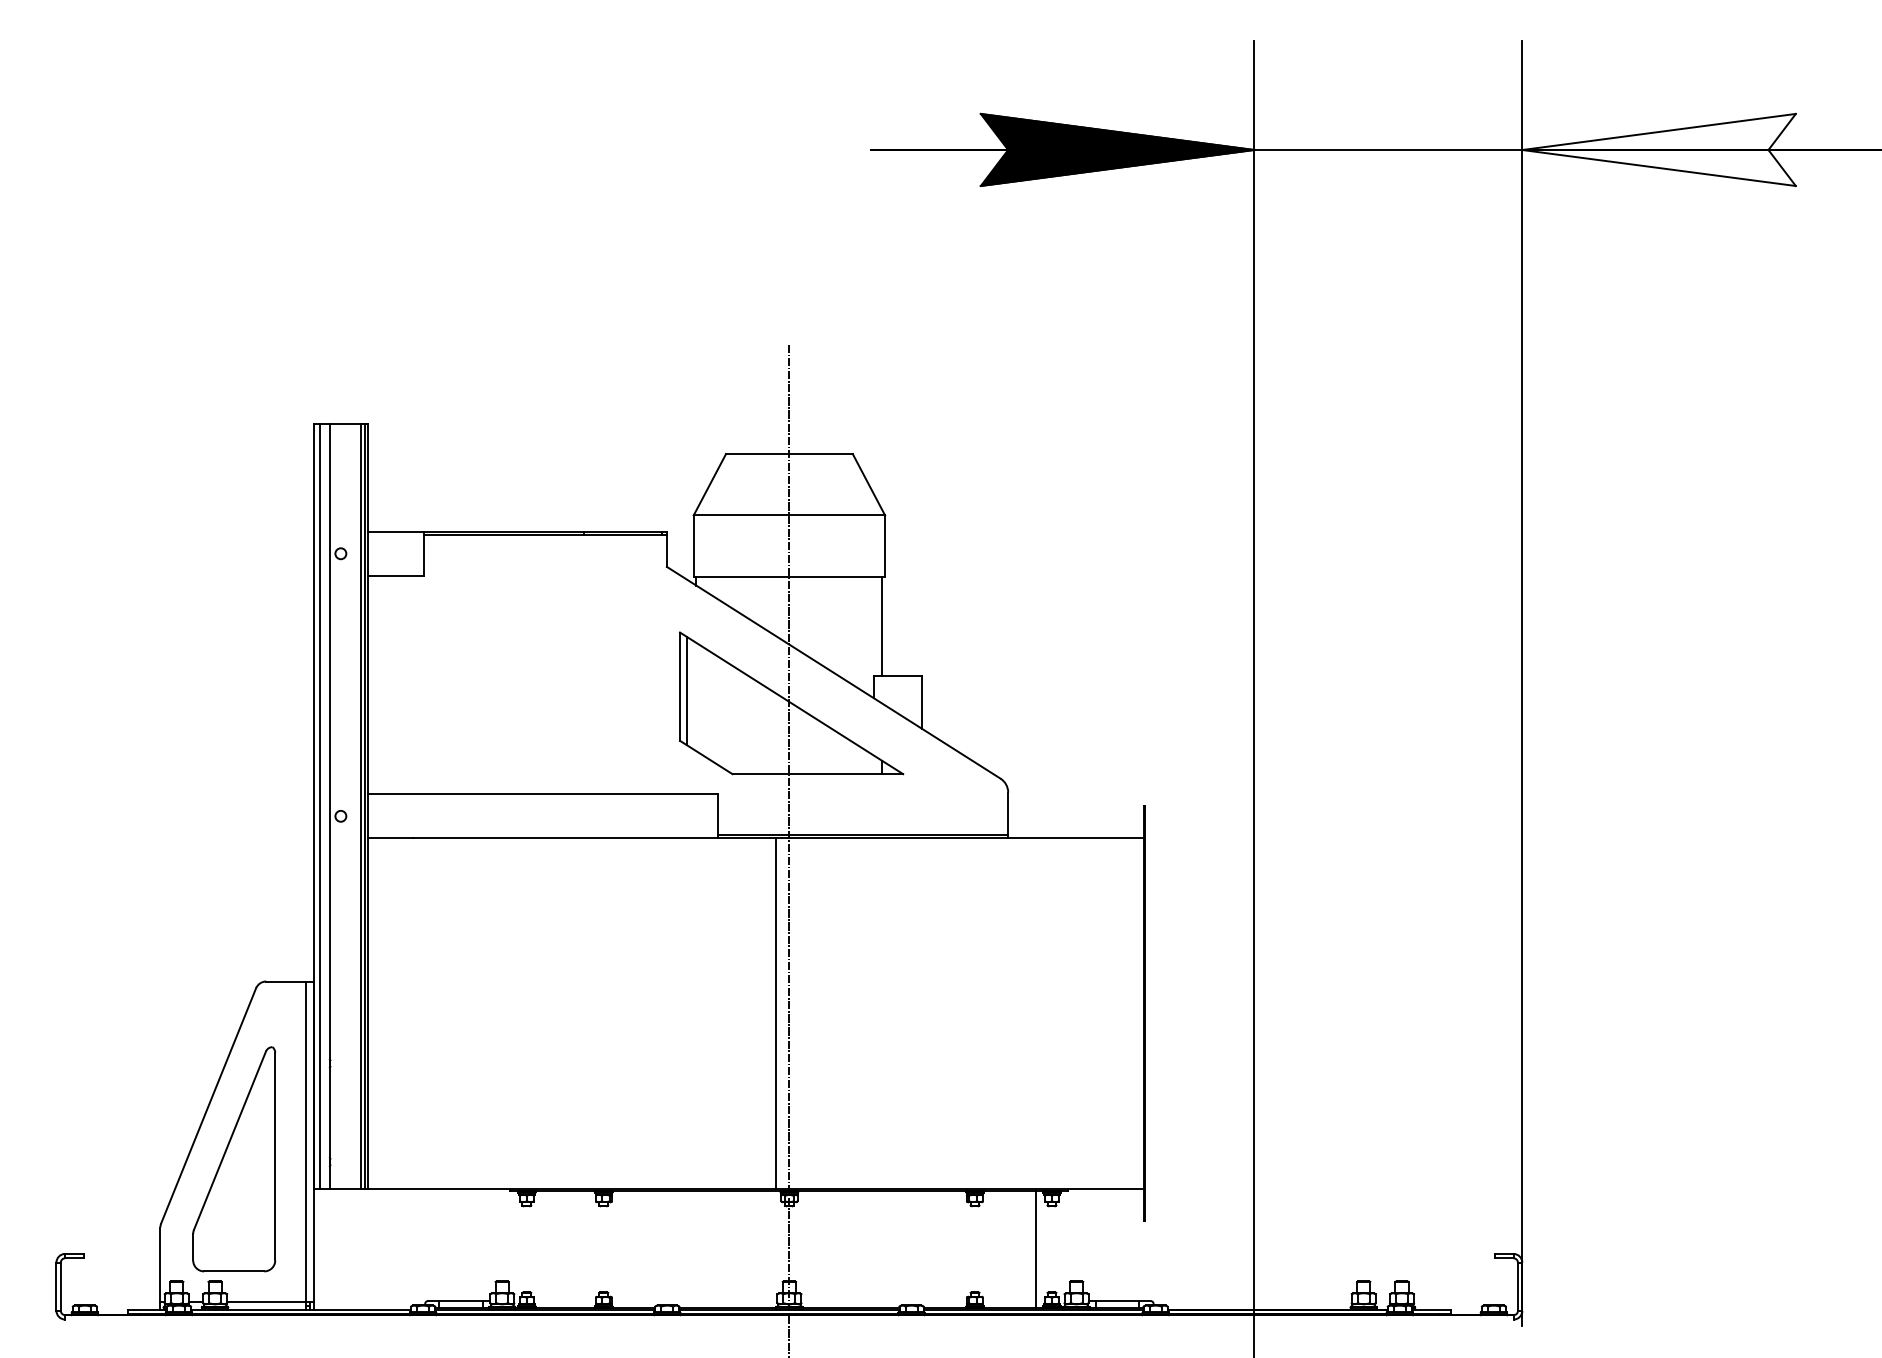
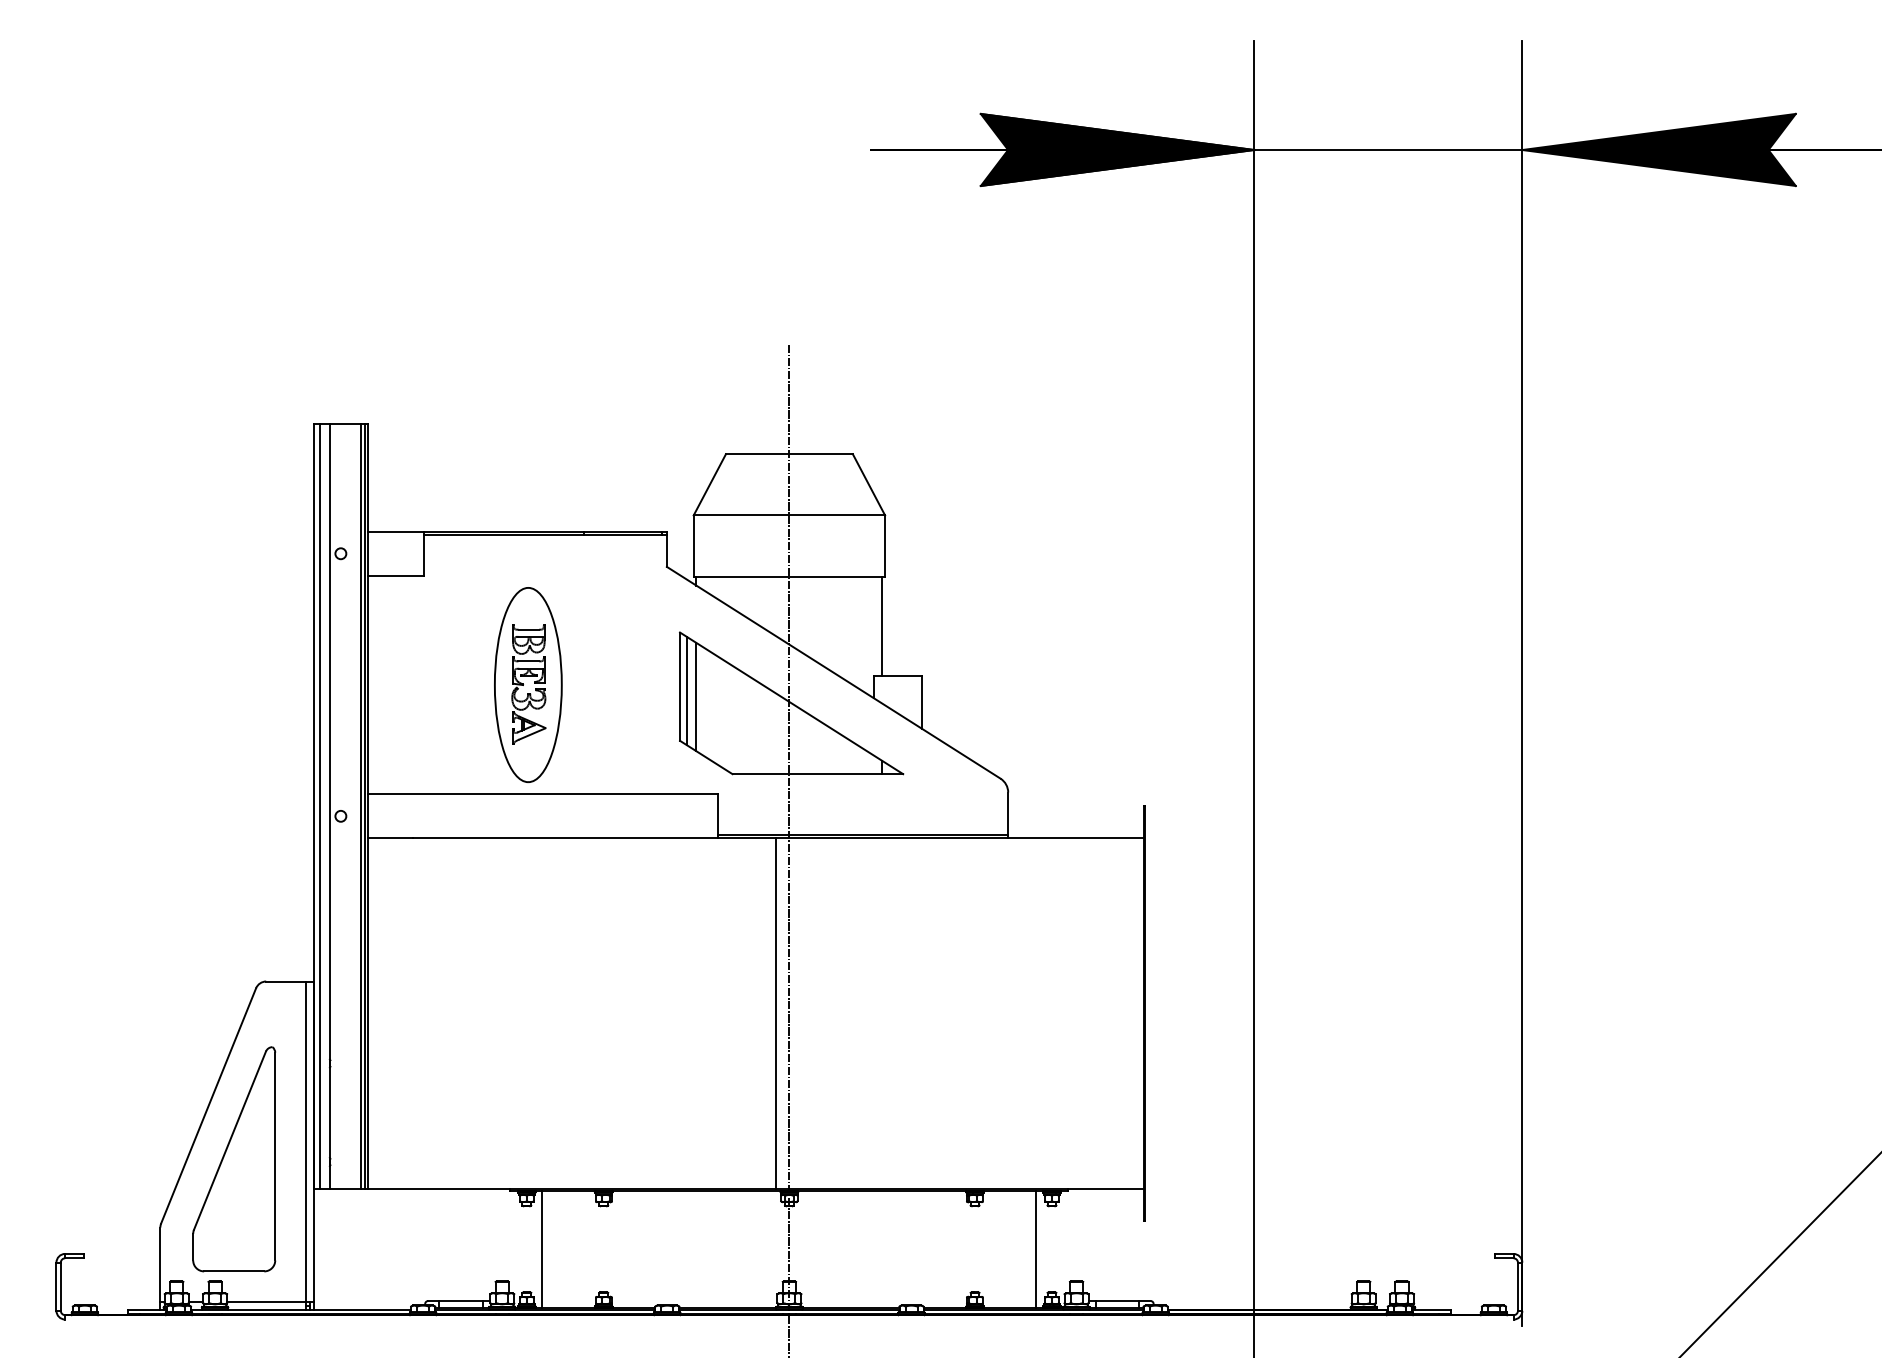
fill at (1658, 149): none -> present
part at (528, 684): none -> present
line at (696, 696): none -> present
line at (542, 1249): none -> present
line at (1780, 1254): none -> present
